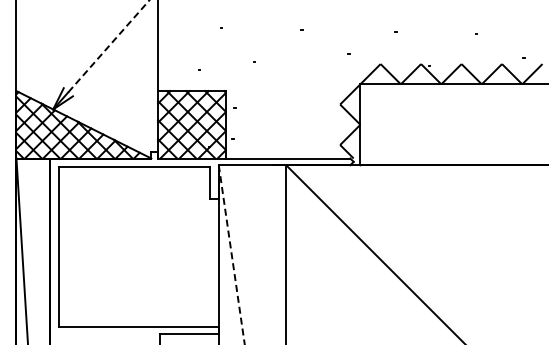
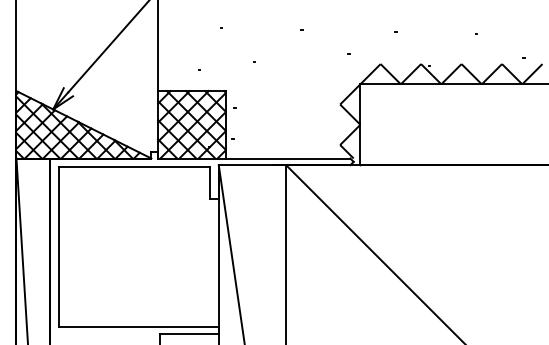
line at (109, 45): dashed -> solid
line at (231, 255): dashed -> solid
